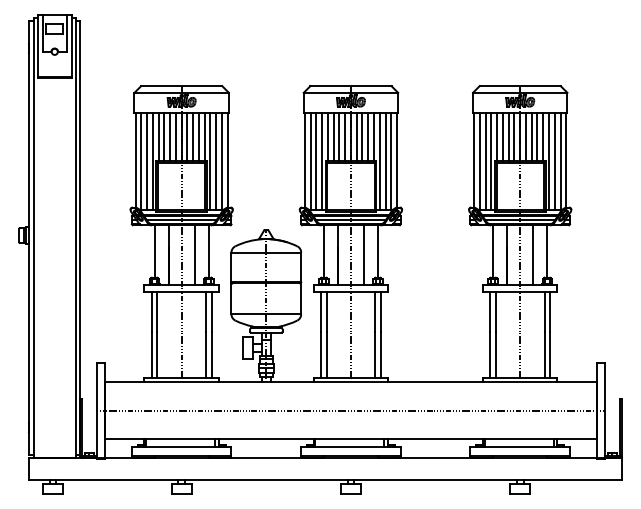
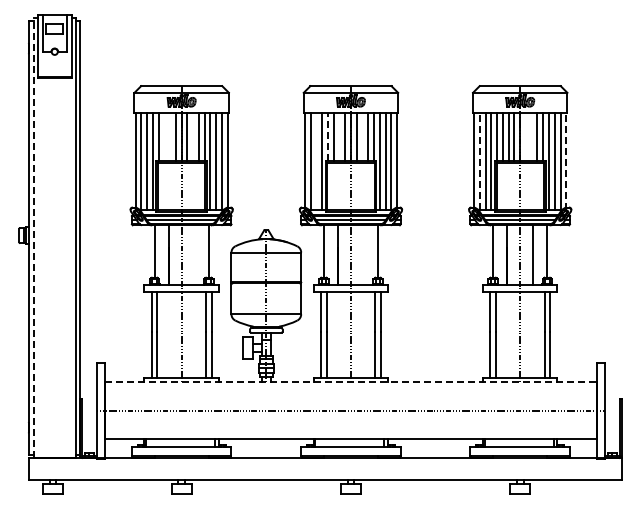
line at (164, 136): present -> none
line at (170, 136): present -> none
line at (193, 136): present -> none
line at (327, 136): solid -> dashed
line at (339, 136): present -> none
line at (362, 136): present -> none
line at (525, 136): present -> none
line at (531, 136): present -> none
line at (316, 161): present -> none
line at (479, 161): solid -> dashed
line at (566, 161): solid -> dashed
line at (33, 237): solid -> dashed
line at (194, 255): present -> none
line at (363, 255): present -> none
line at (351, 382): solid -> dashed
